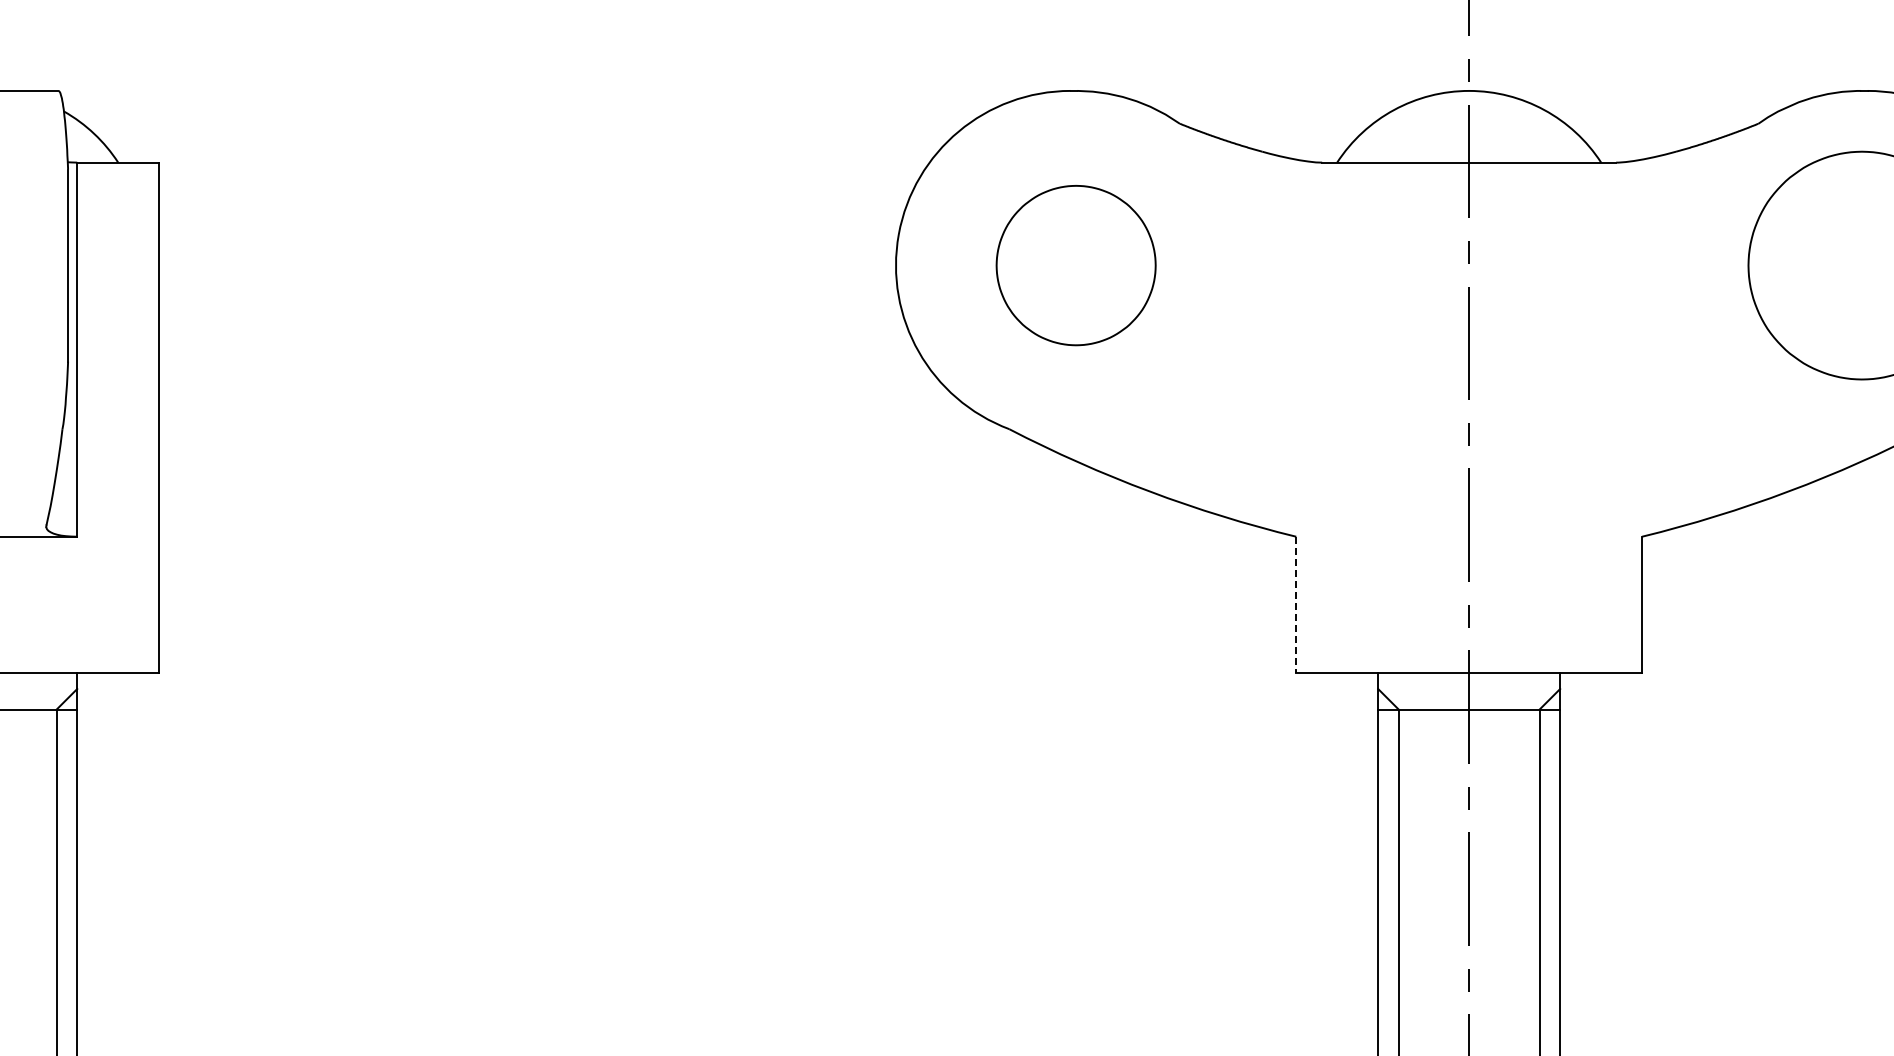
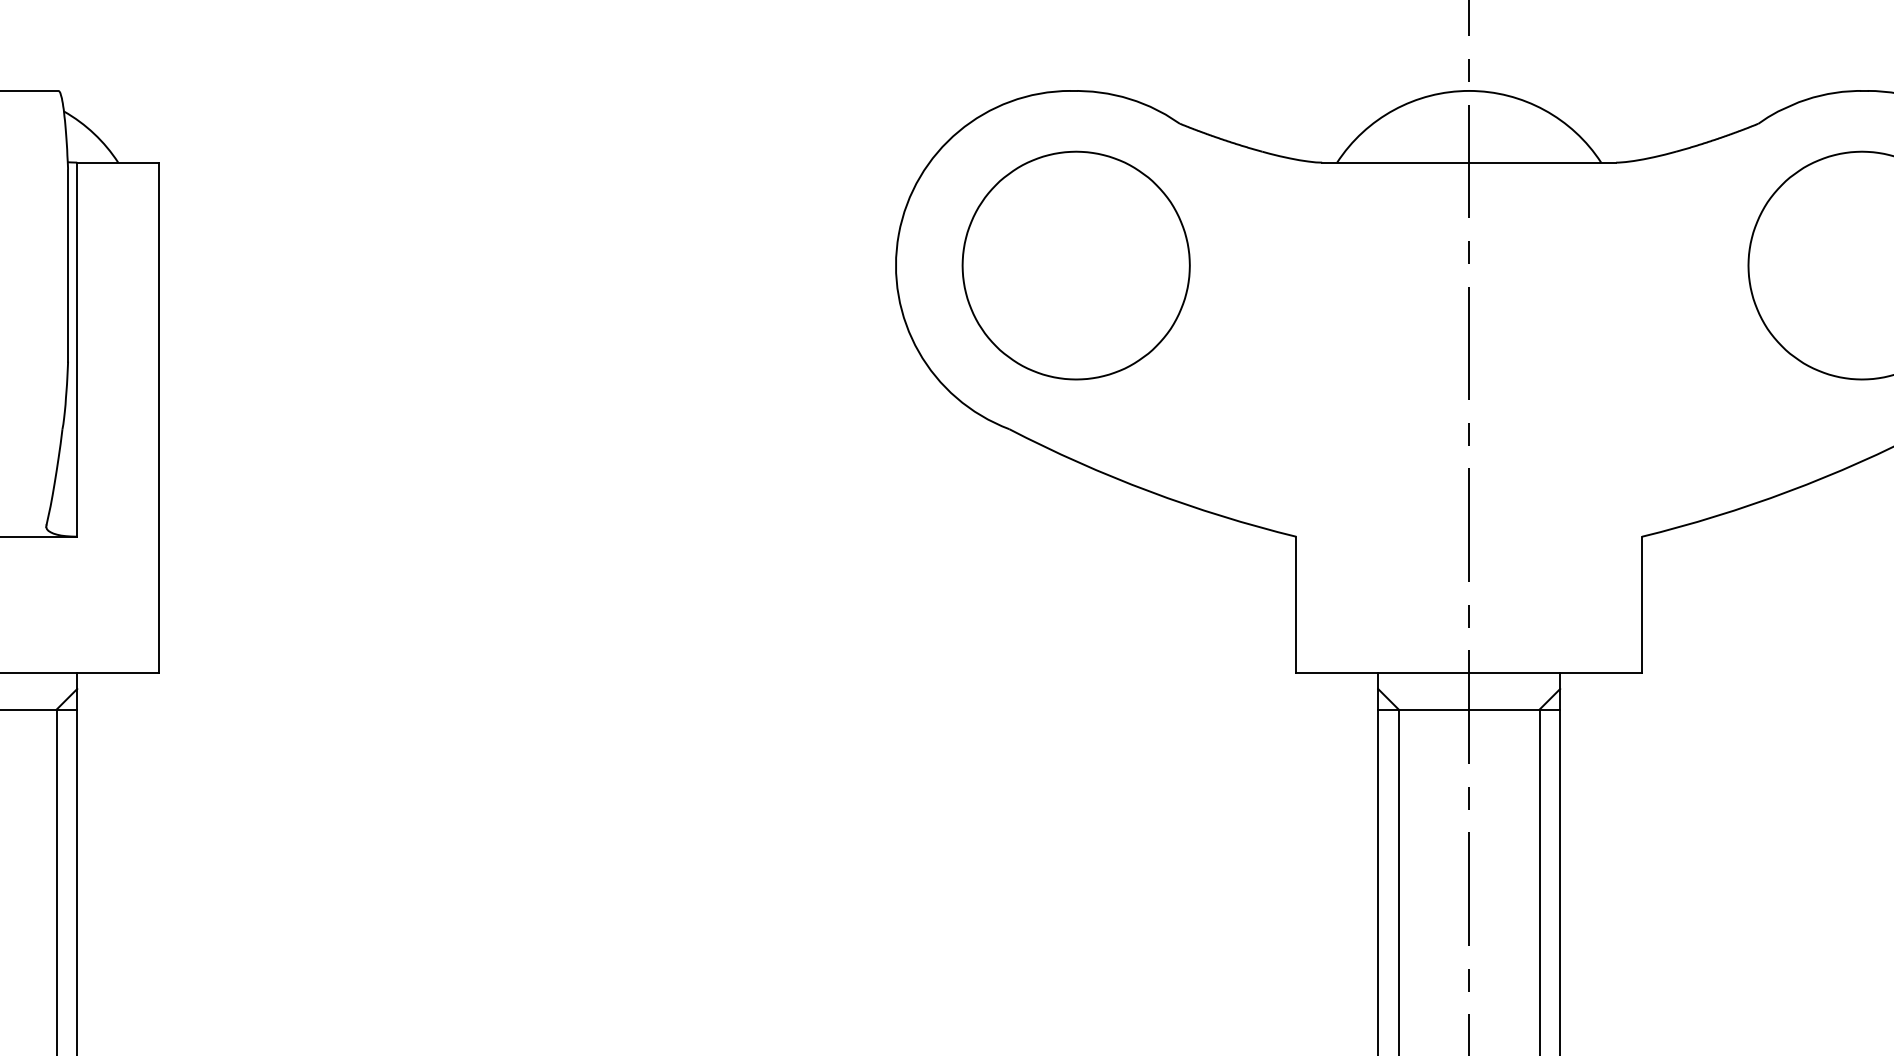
part at (1075, 265) size: 162x162 px -> 230x231 px
line at (1296, 605): dashed -> solid
